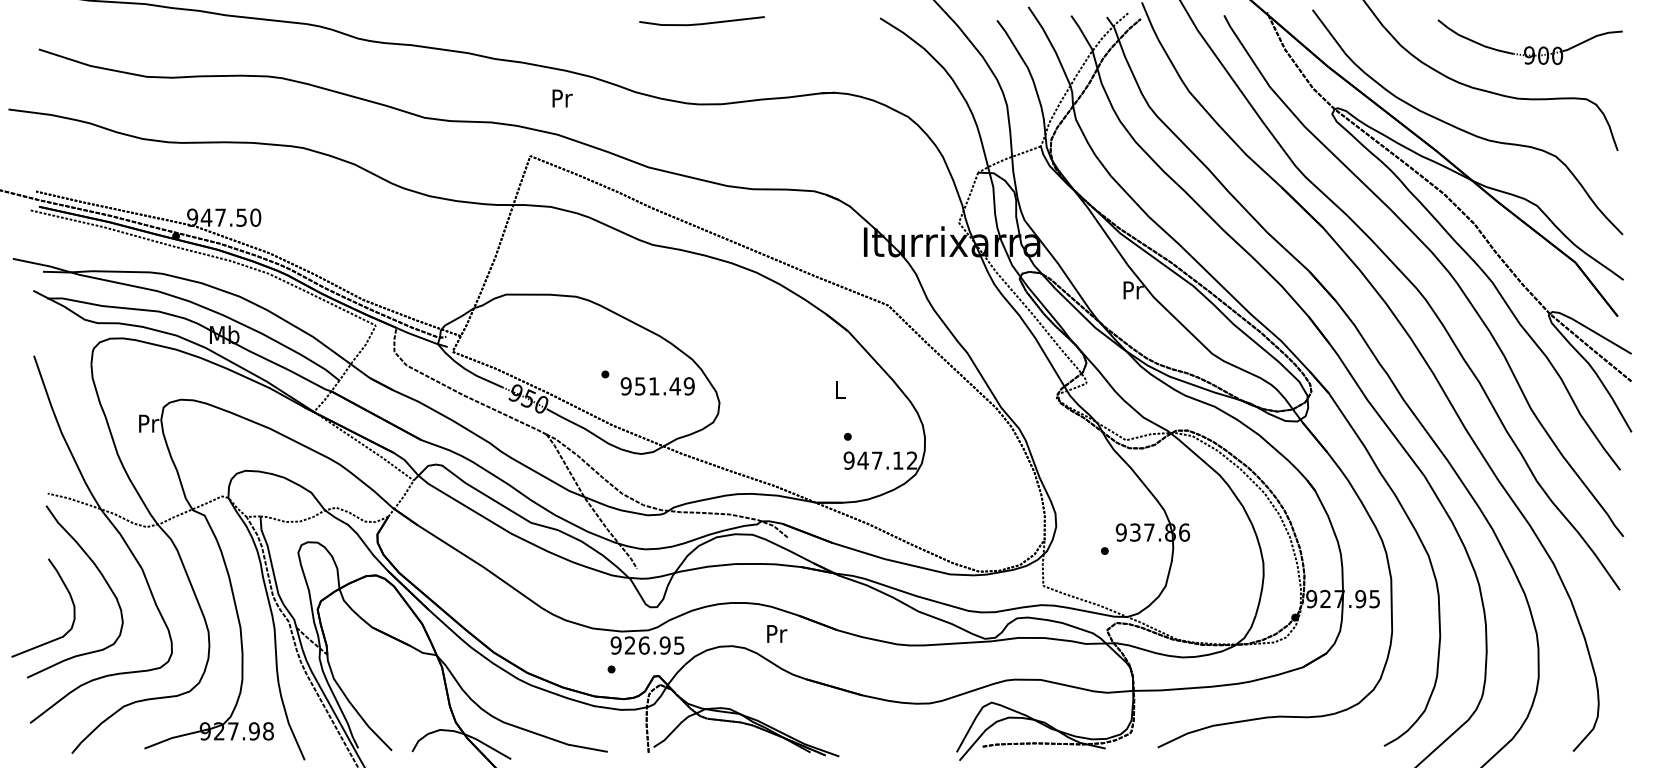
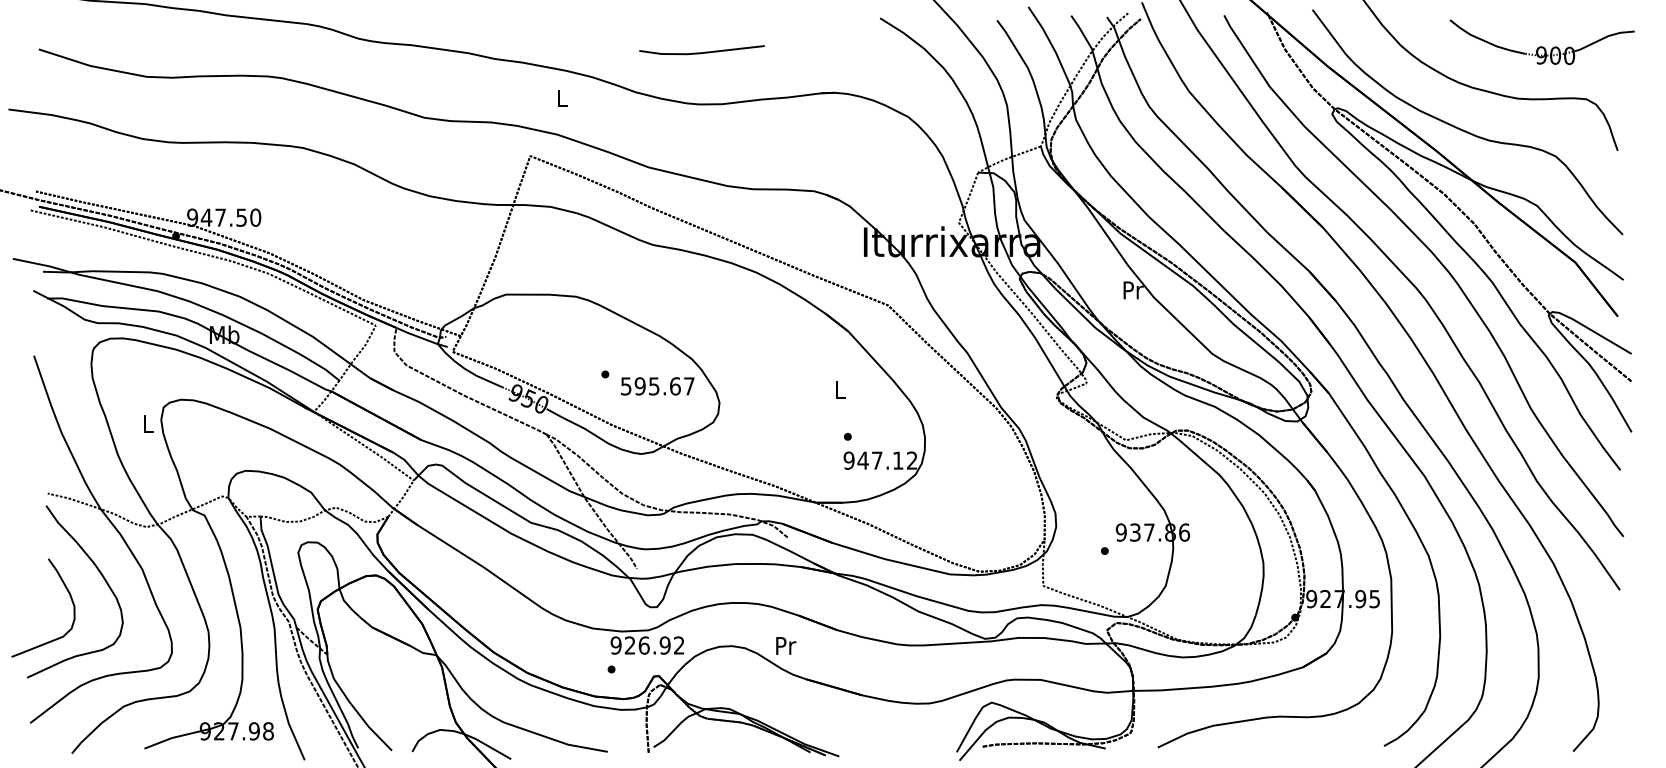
line at (701, 23) position: (701, 23) -> (701, 52)
part at (1529, 42) position: (1529, 42) -> (1541, 42)
text at (562, 98): Pr -> L
text at (657, 386): 951.49 -> 595.67
text at (149, 423): Pr -> L
text at (777, 633) position: (777, 633) -> (786, 645)
text at (679, 645): 926.95 -> 926.92
